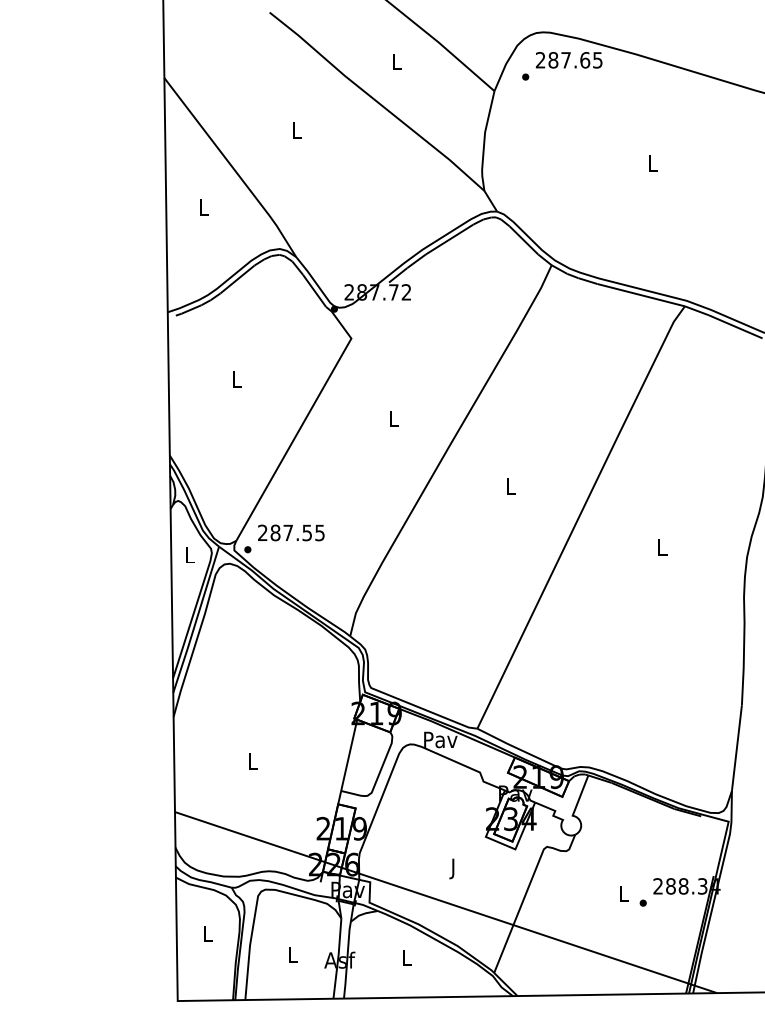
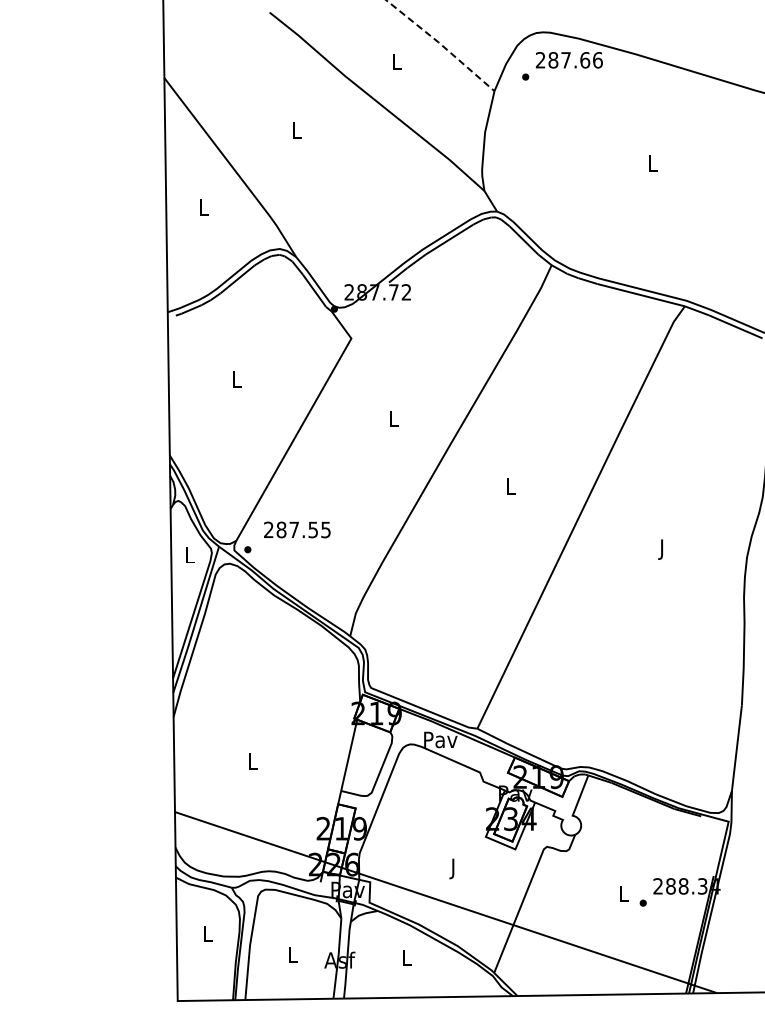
line at (441, 44): solid -> dashed
text at (597, 60): 287.65 -> 287.66
text at (291, 532) position: (291, 532) -> (297, 529)
text at (662, 549): L -> J
